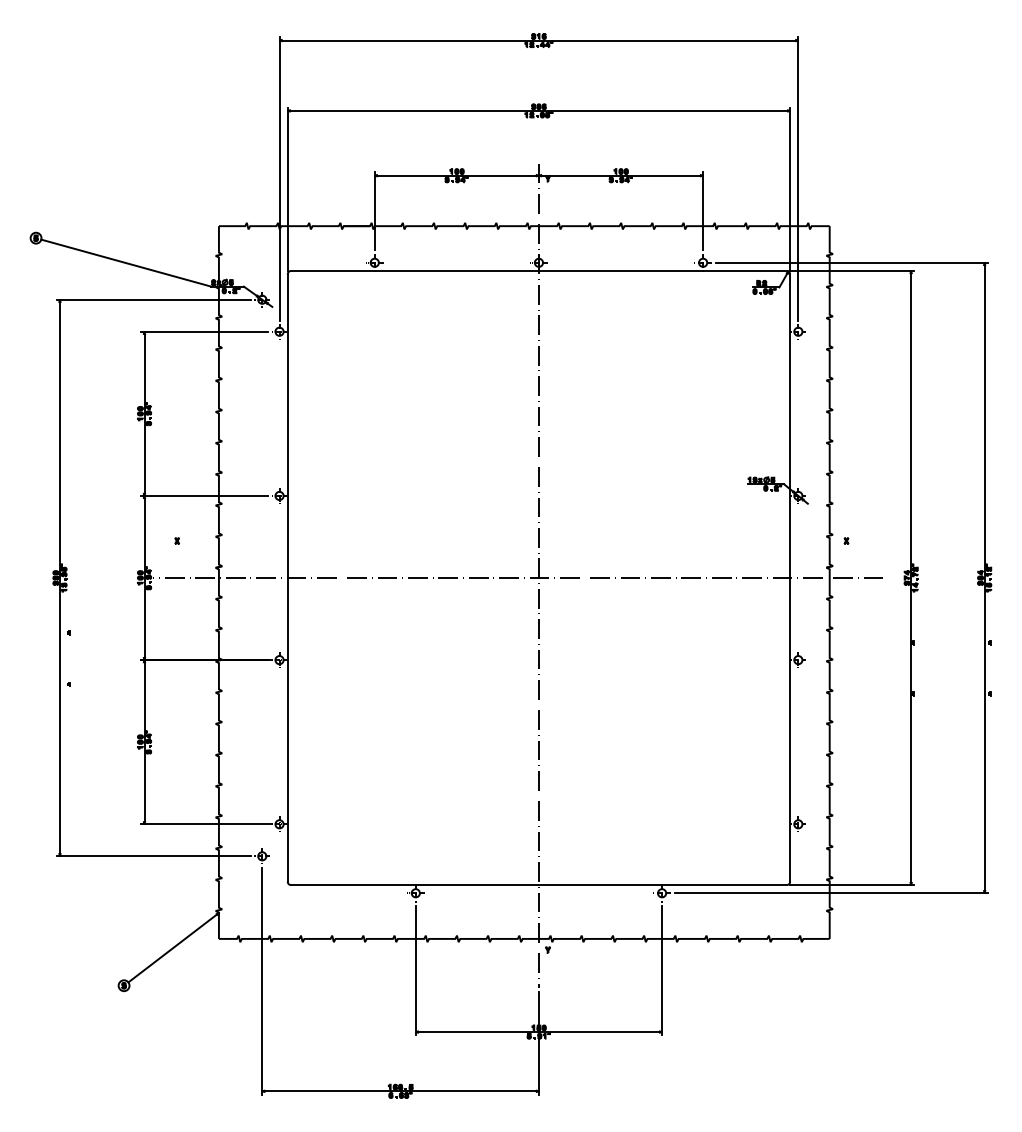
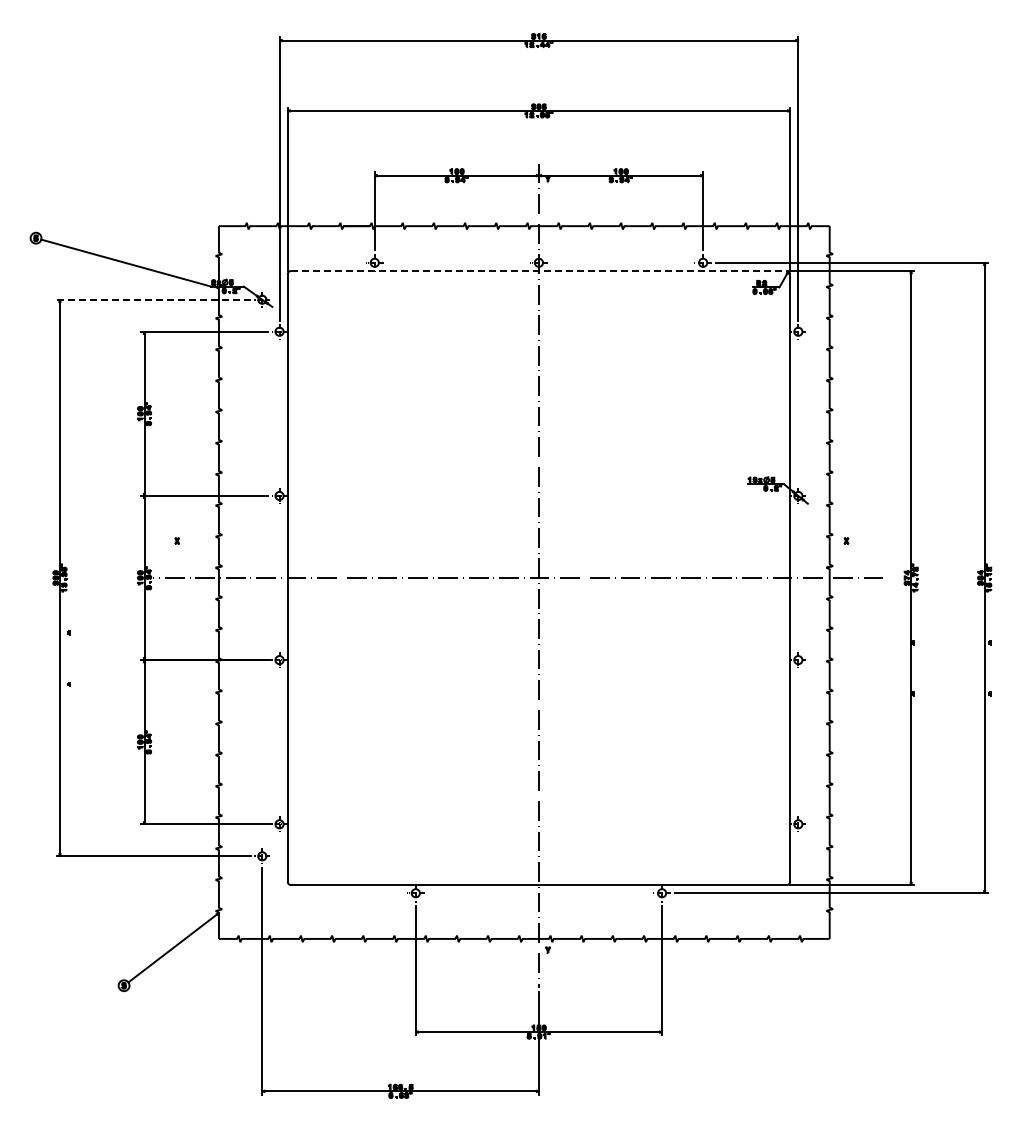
line at (538, 271): solid -> dashed
line at (153, 299): solid -> dashed
